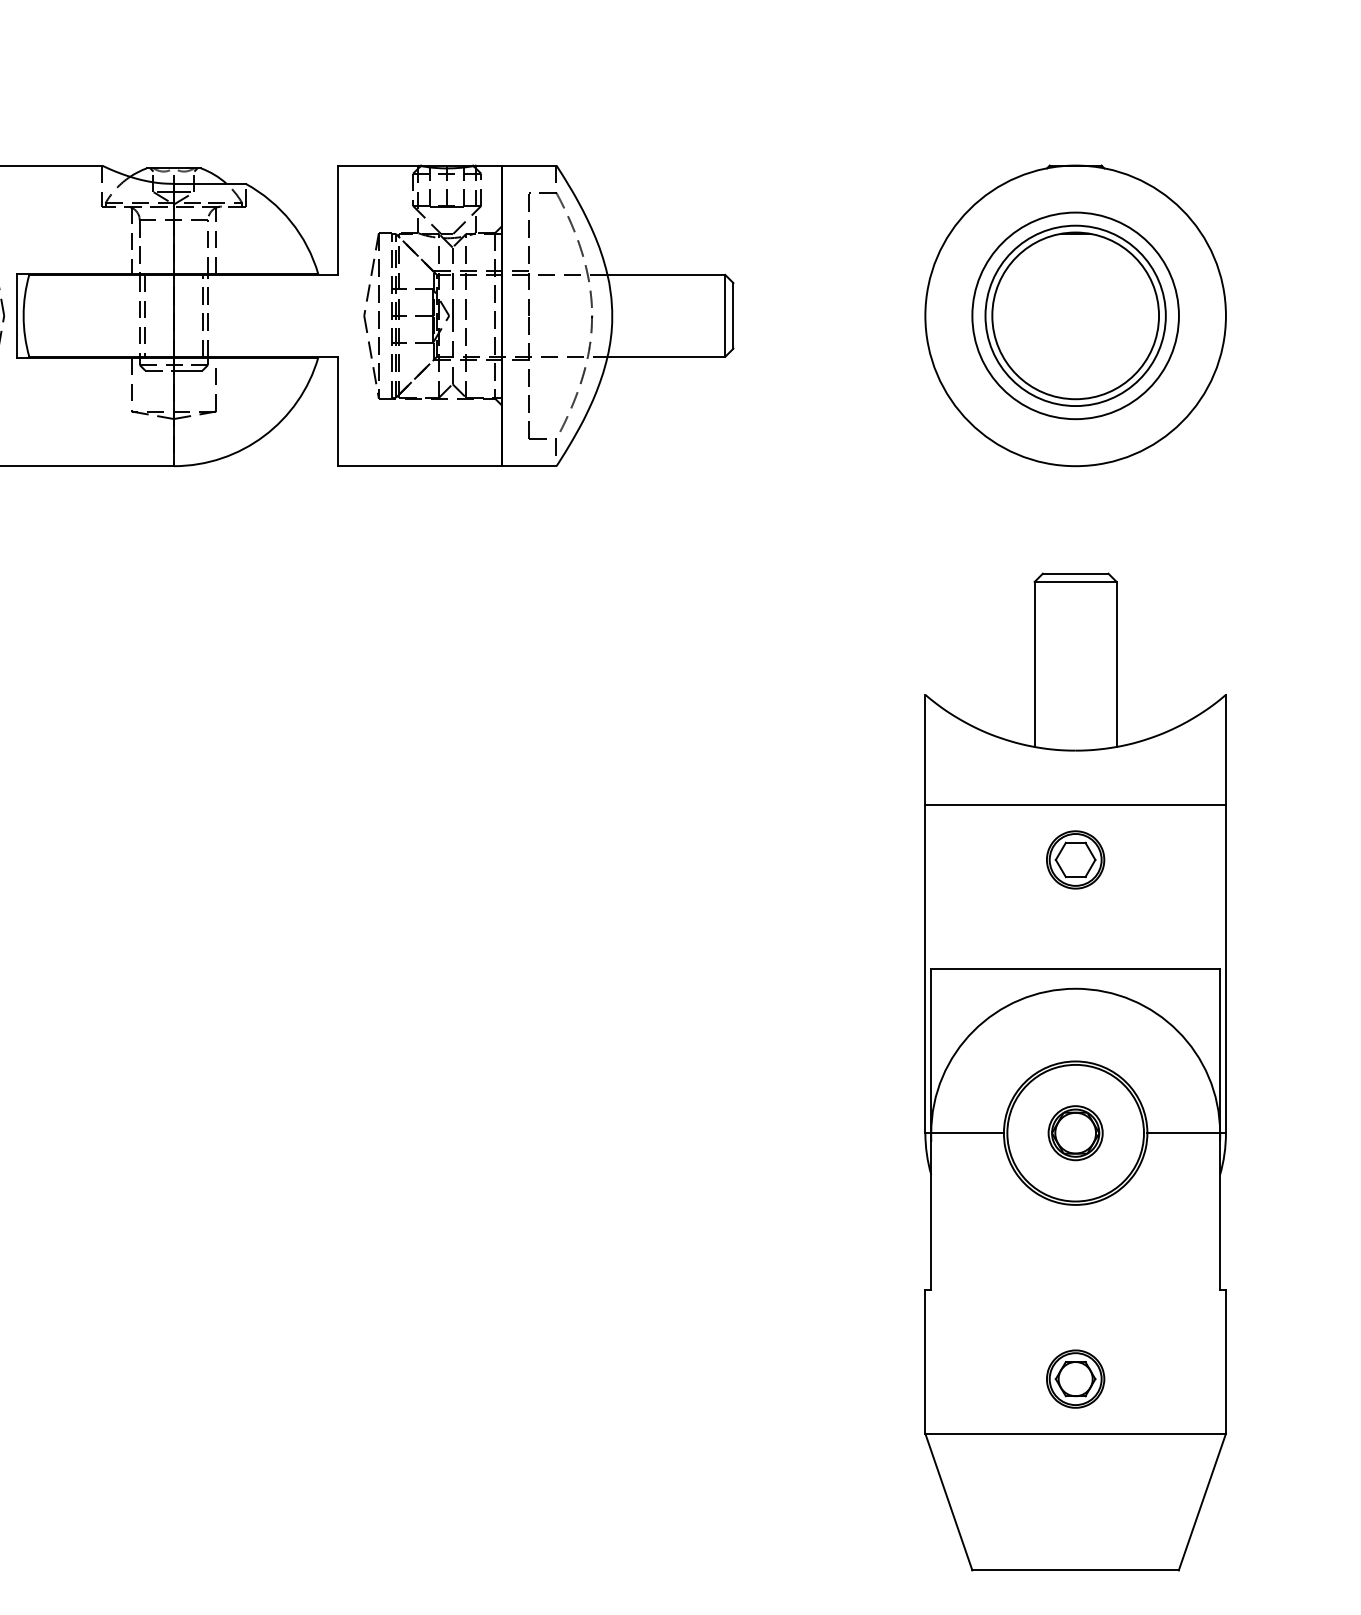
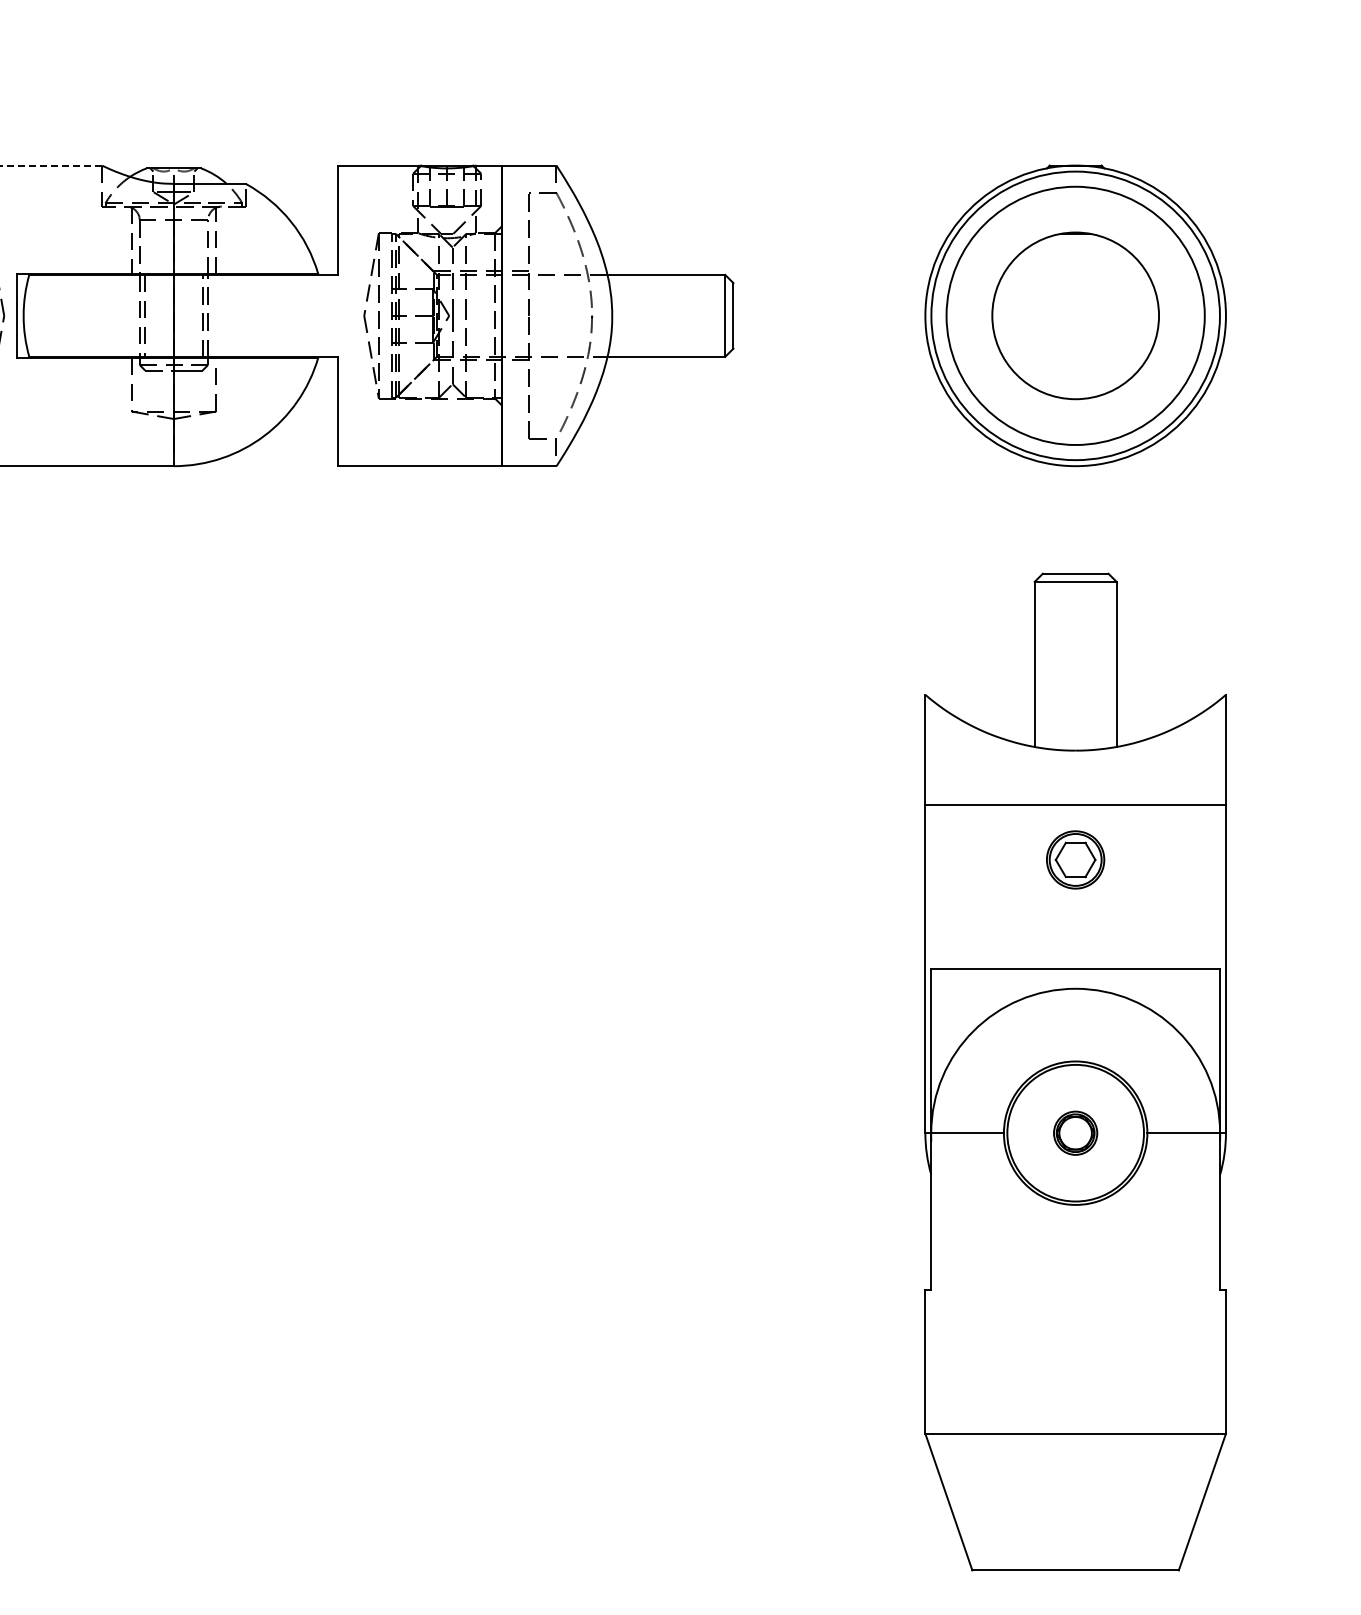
line at (51, 165): solid -> dashed
circle at (1075, 315) diameter: 180 px -> 289 px
circle at (1075, 315) diameter: 207 px -> 258 px
part at (1075, 1133) size: 57x57 px -> 46x46 px
part at (1075, 1378): present -> none
